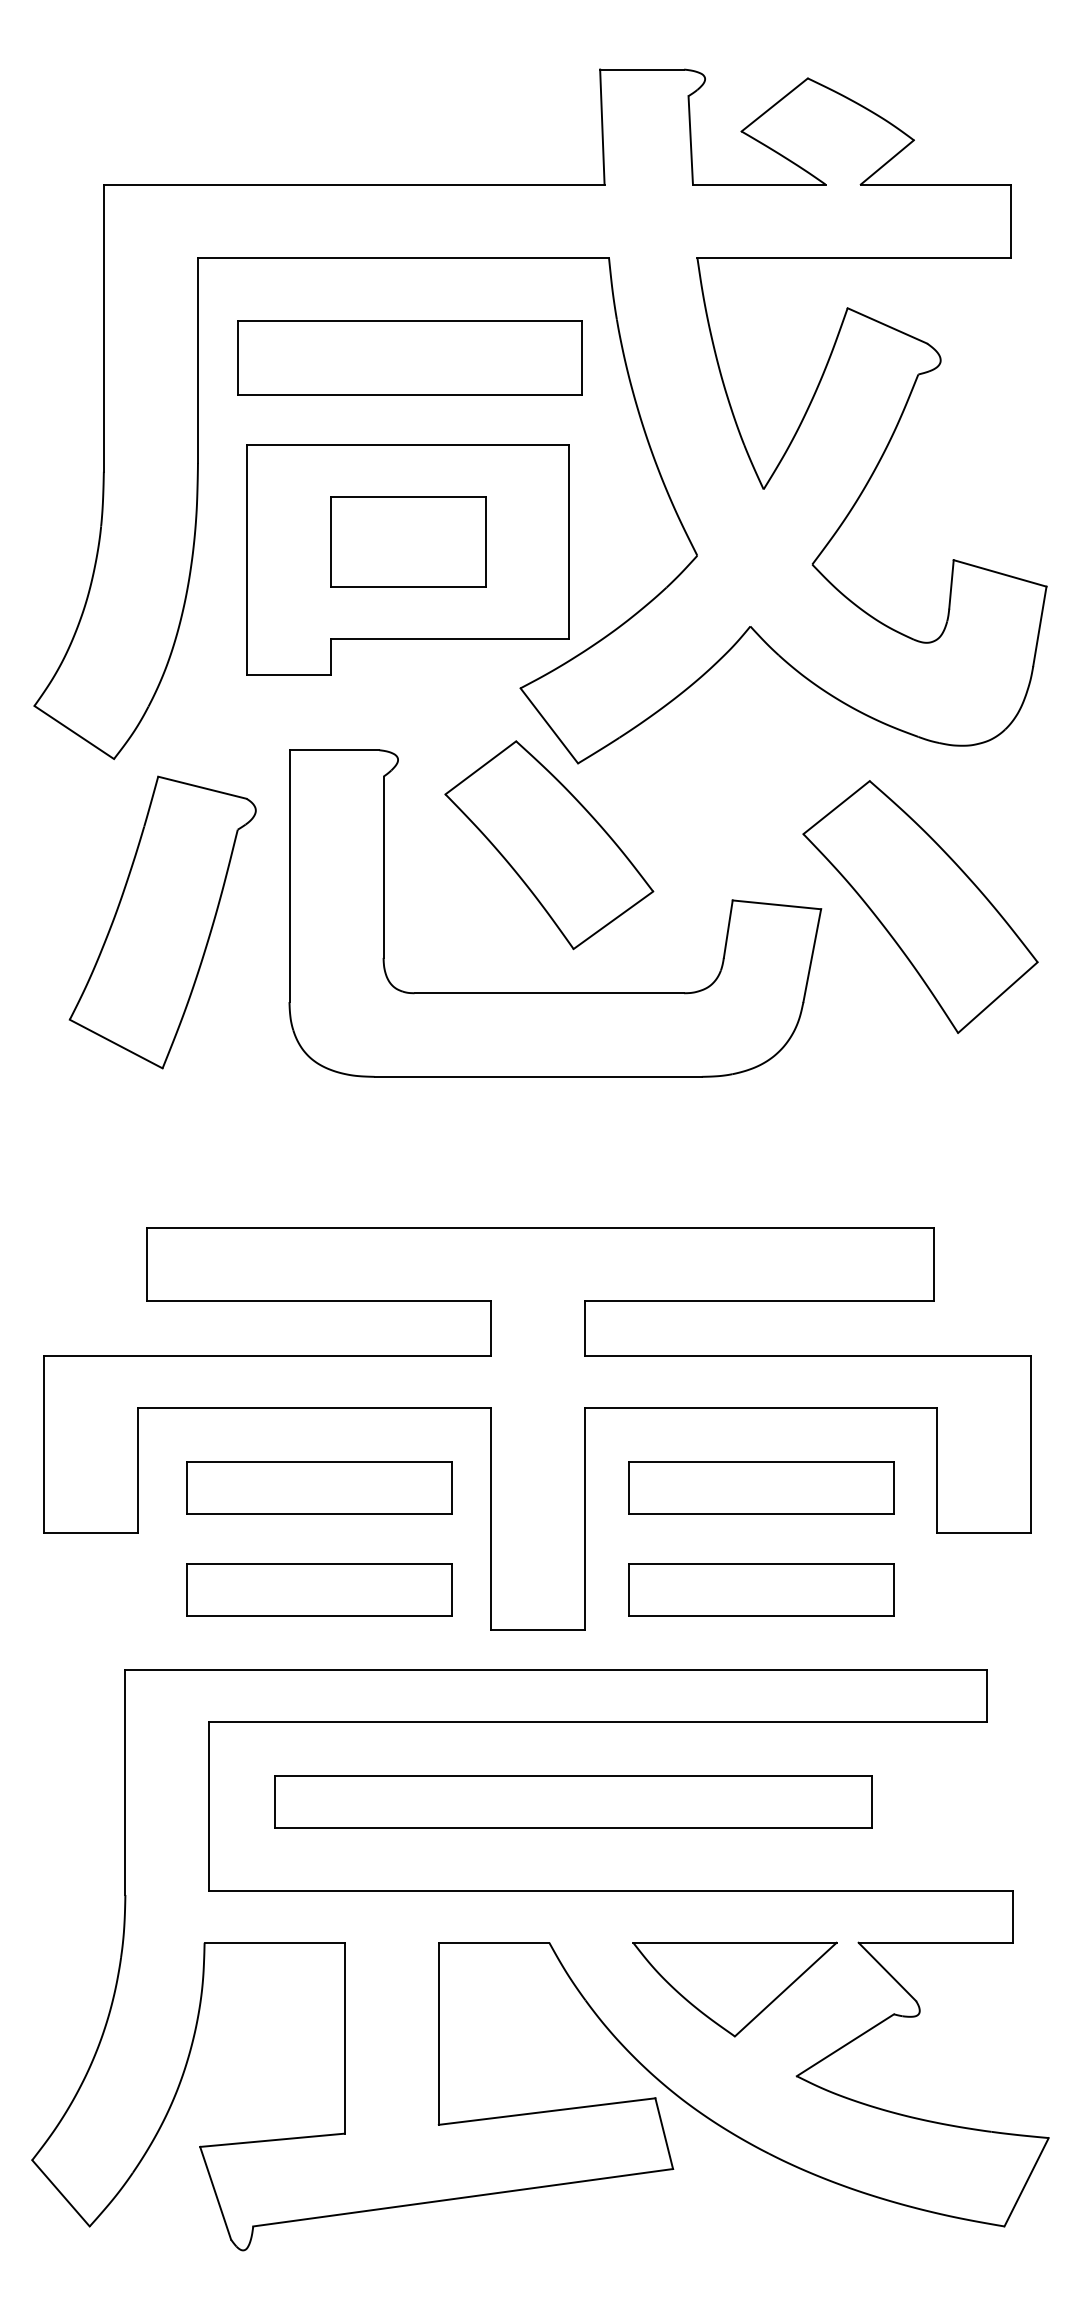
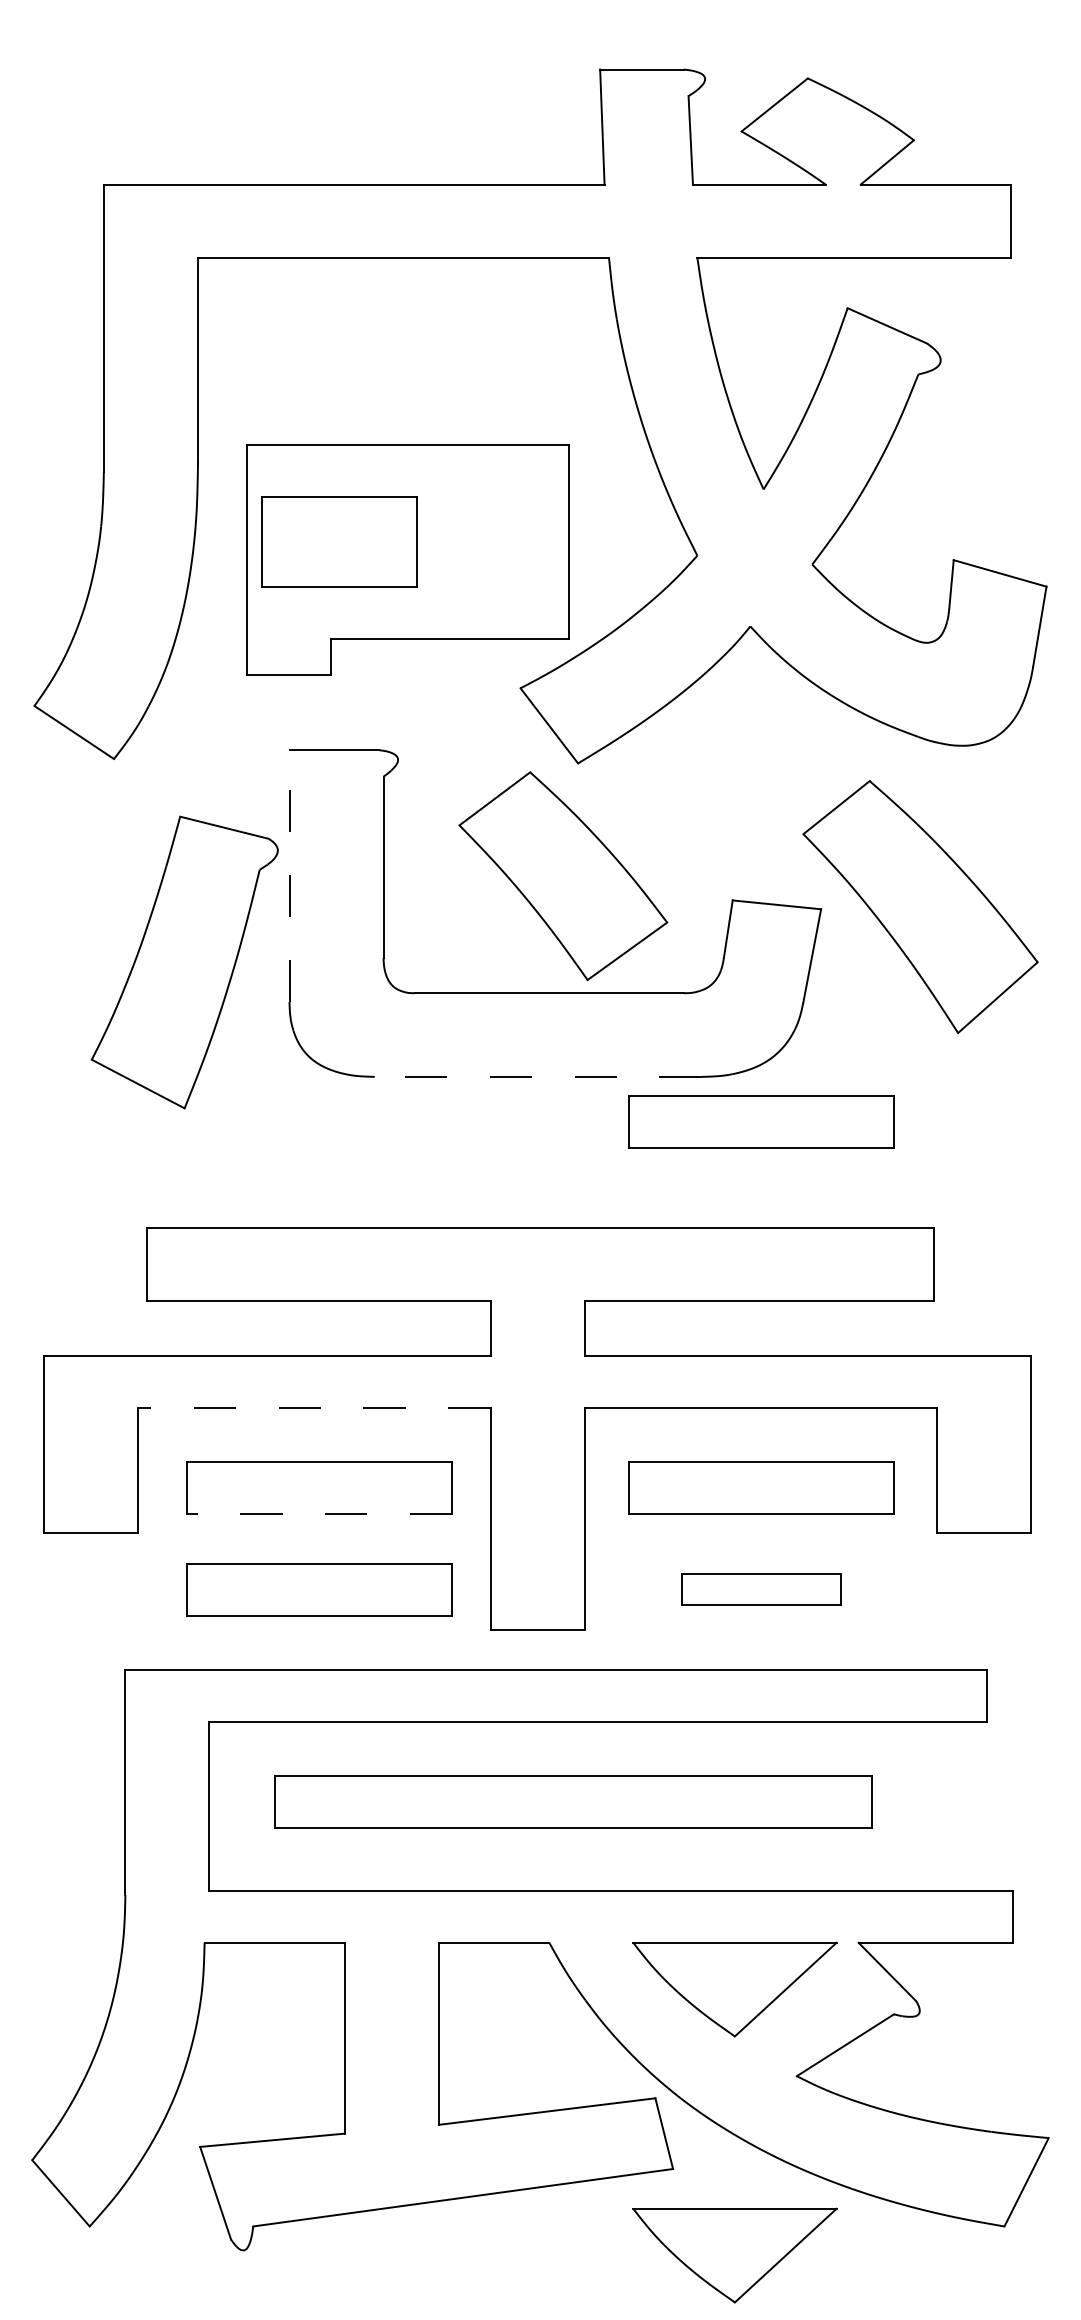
part at (409, 357): present -> none
part at (408, 541) position: (408, 541) -> (339, 541)
part at (549, 845) position: (549, 845) -> (563, 876)
line at (289, 876): solid -> dashed
part at (162, 922) position: (162, 922) -> (184, 962)
line at (538, 1076): solid -> dashed
part at (761, 1121): none -> present
line at (313, 1408): solid -> dashed
line at (319, 1514): solid -> dashed
part at (761, 1589) size: 267x54 px -> 161x33 px
part at (734, 2255): none -> present
